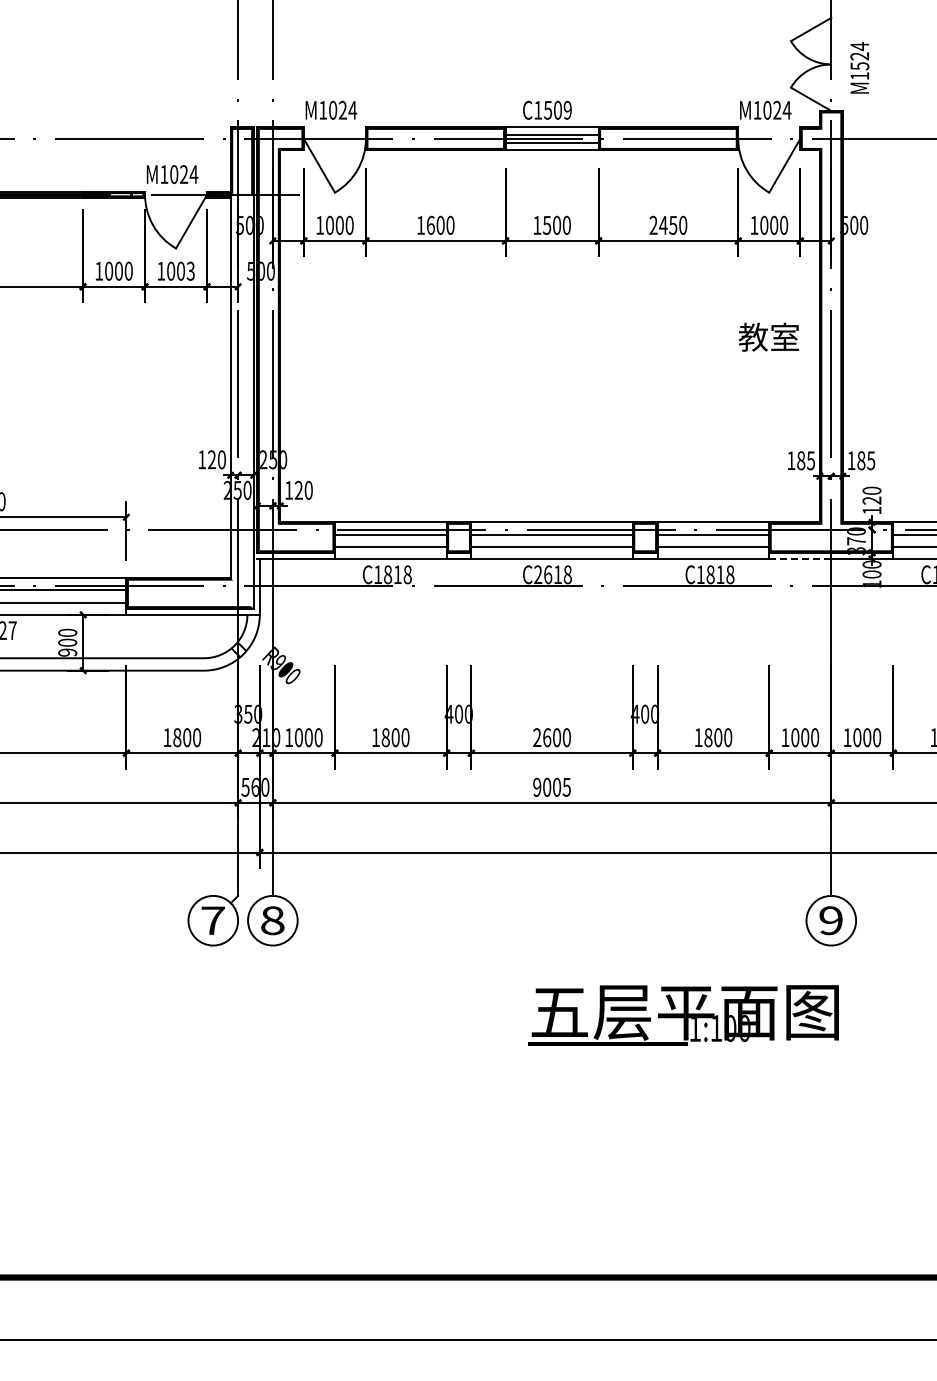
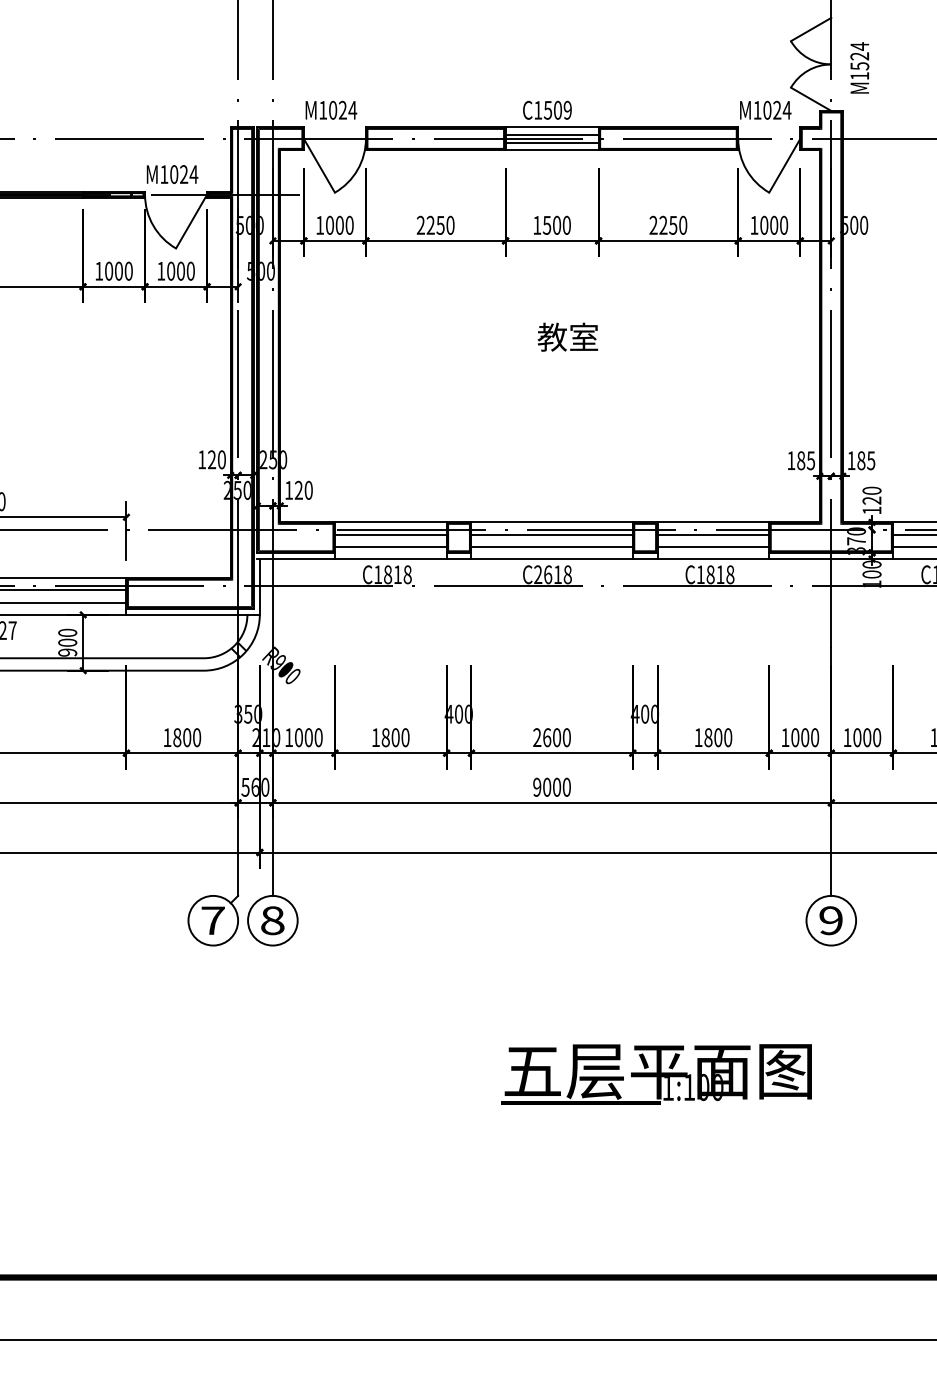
text at (430, 224): 1600 -> 2250
text at (663, 224): 2450 -> 2250
text at (190, 270): 1003 -> 1000
text at (768, 336) position: (768, 336) -> (567, 336)
fill at (231, 387): none -> present
fill at (252, 401): none -> present
line at (800, 558): dashed -> solid
text at (566, 786): 9005 -> 9000
text at (683, 1015) position: (683, 1015) -> (656, 1074)
